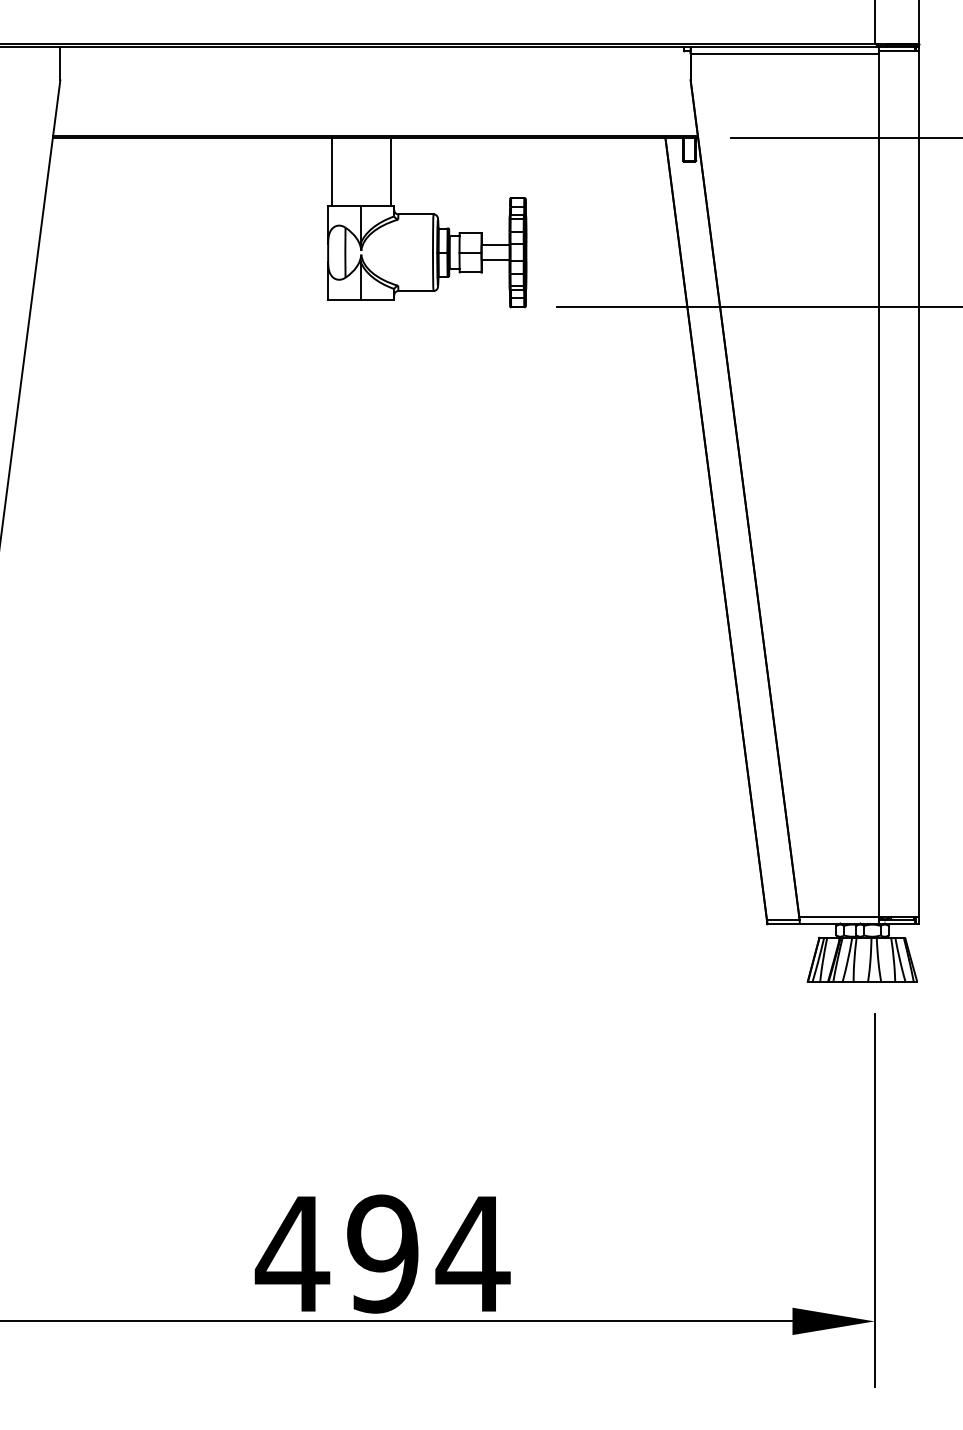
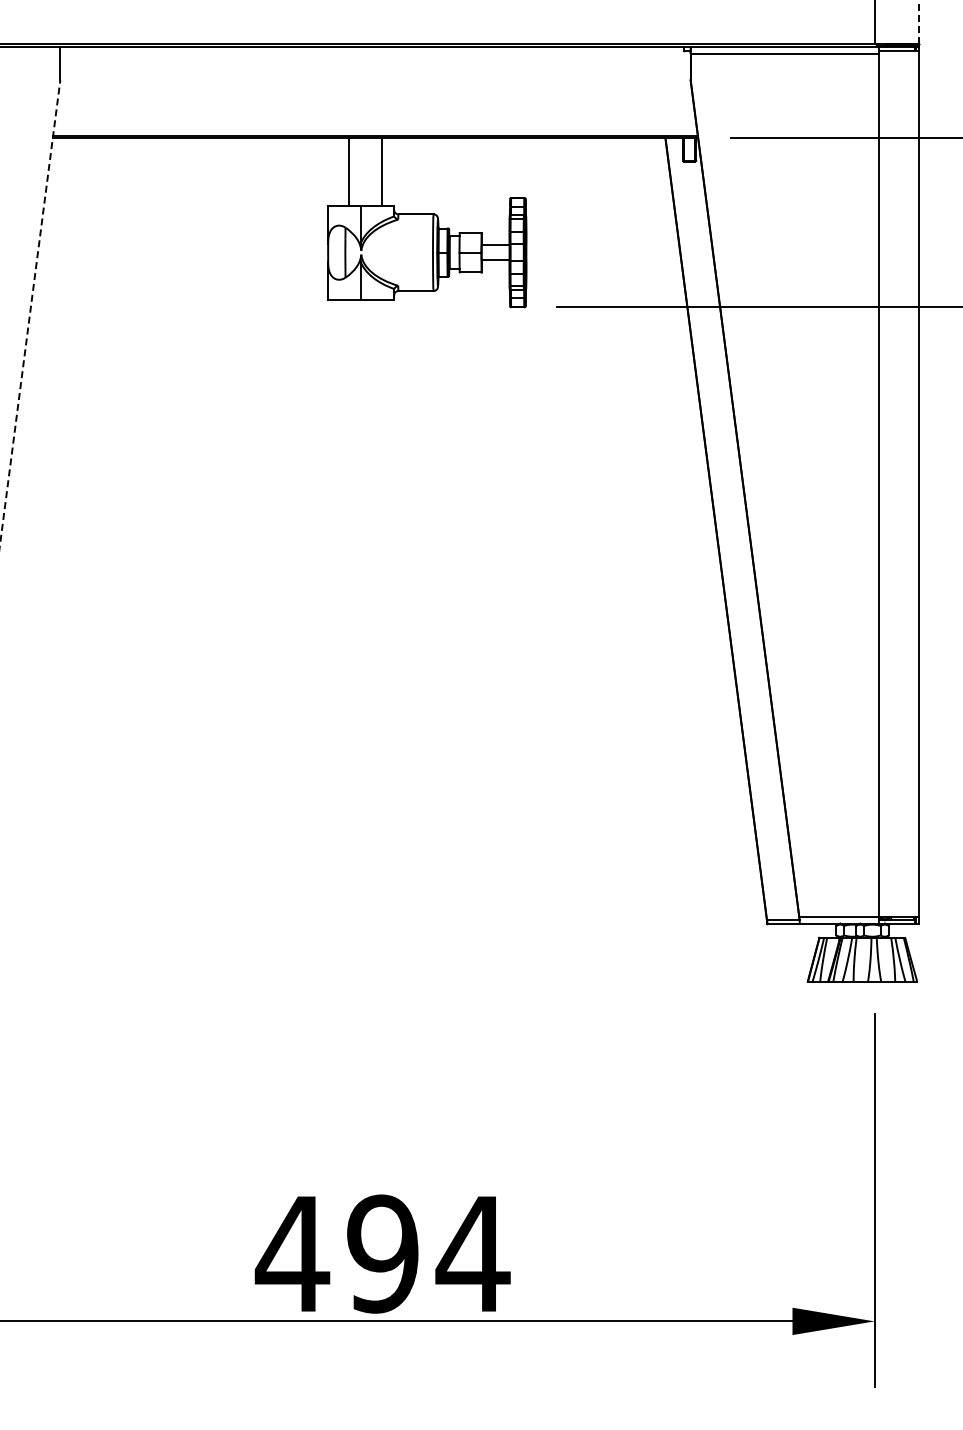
line at (919, 22): solid -> dashed
line at (332, 171) position: (332, 171) -> (349, 171)
line at (390, 171) position: (390, 171) -> (381, 171)
line at (30, 312): solid -> dashed
